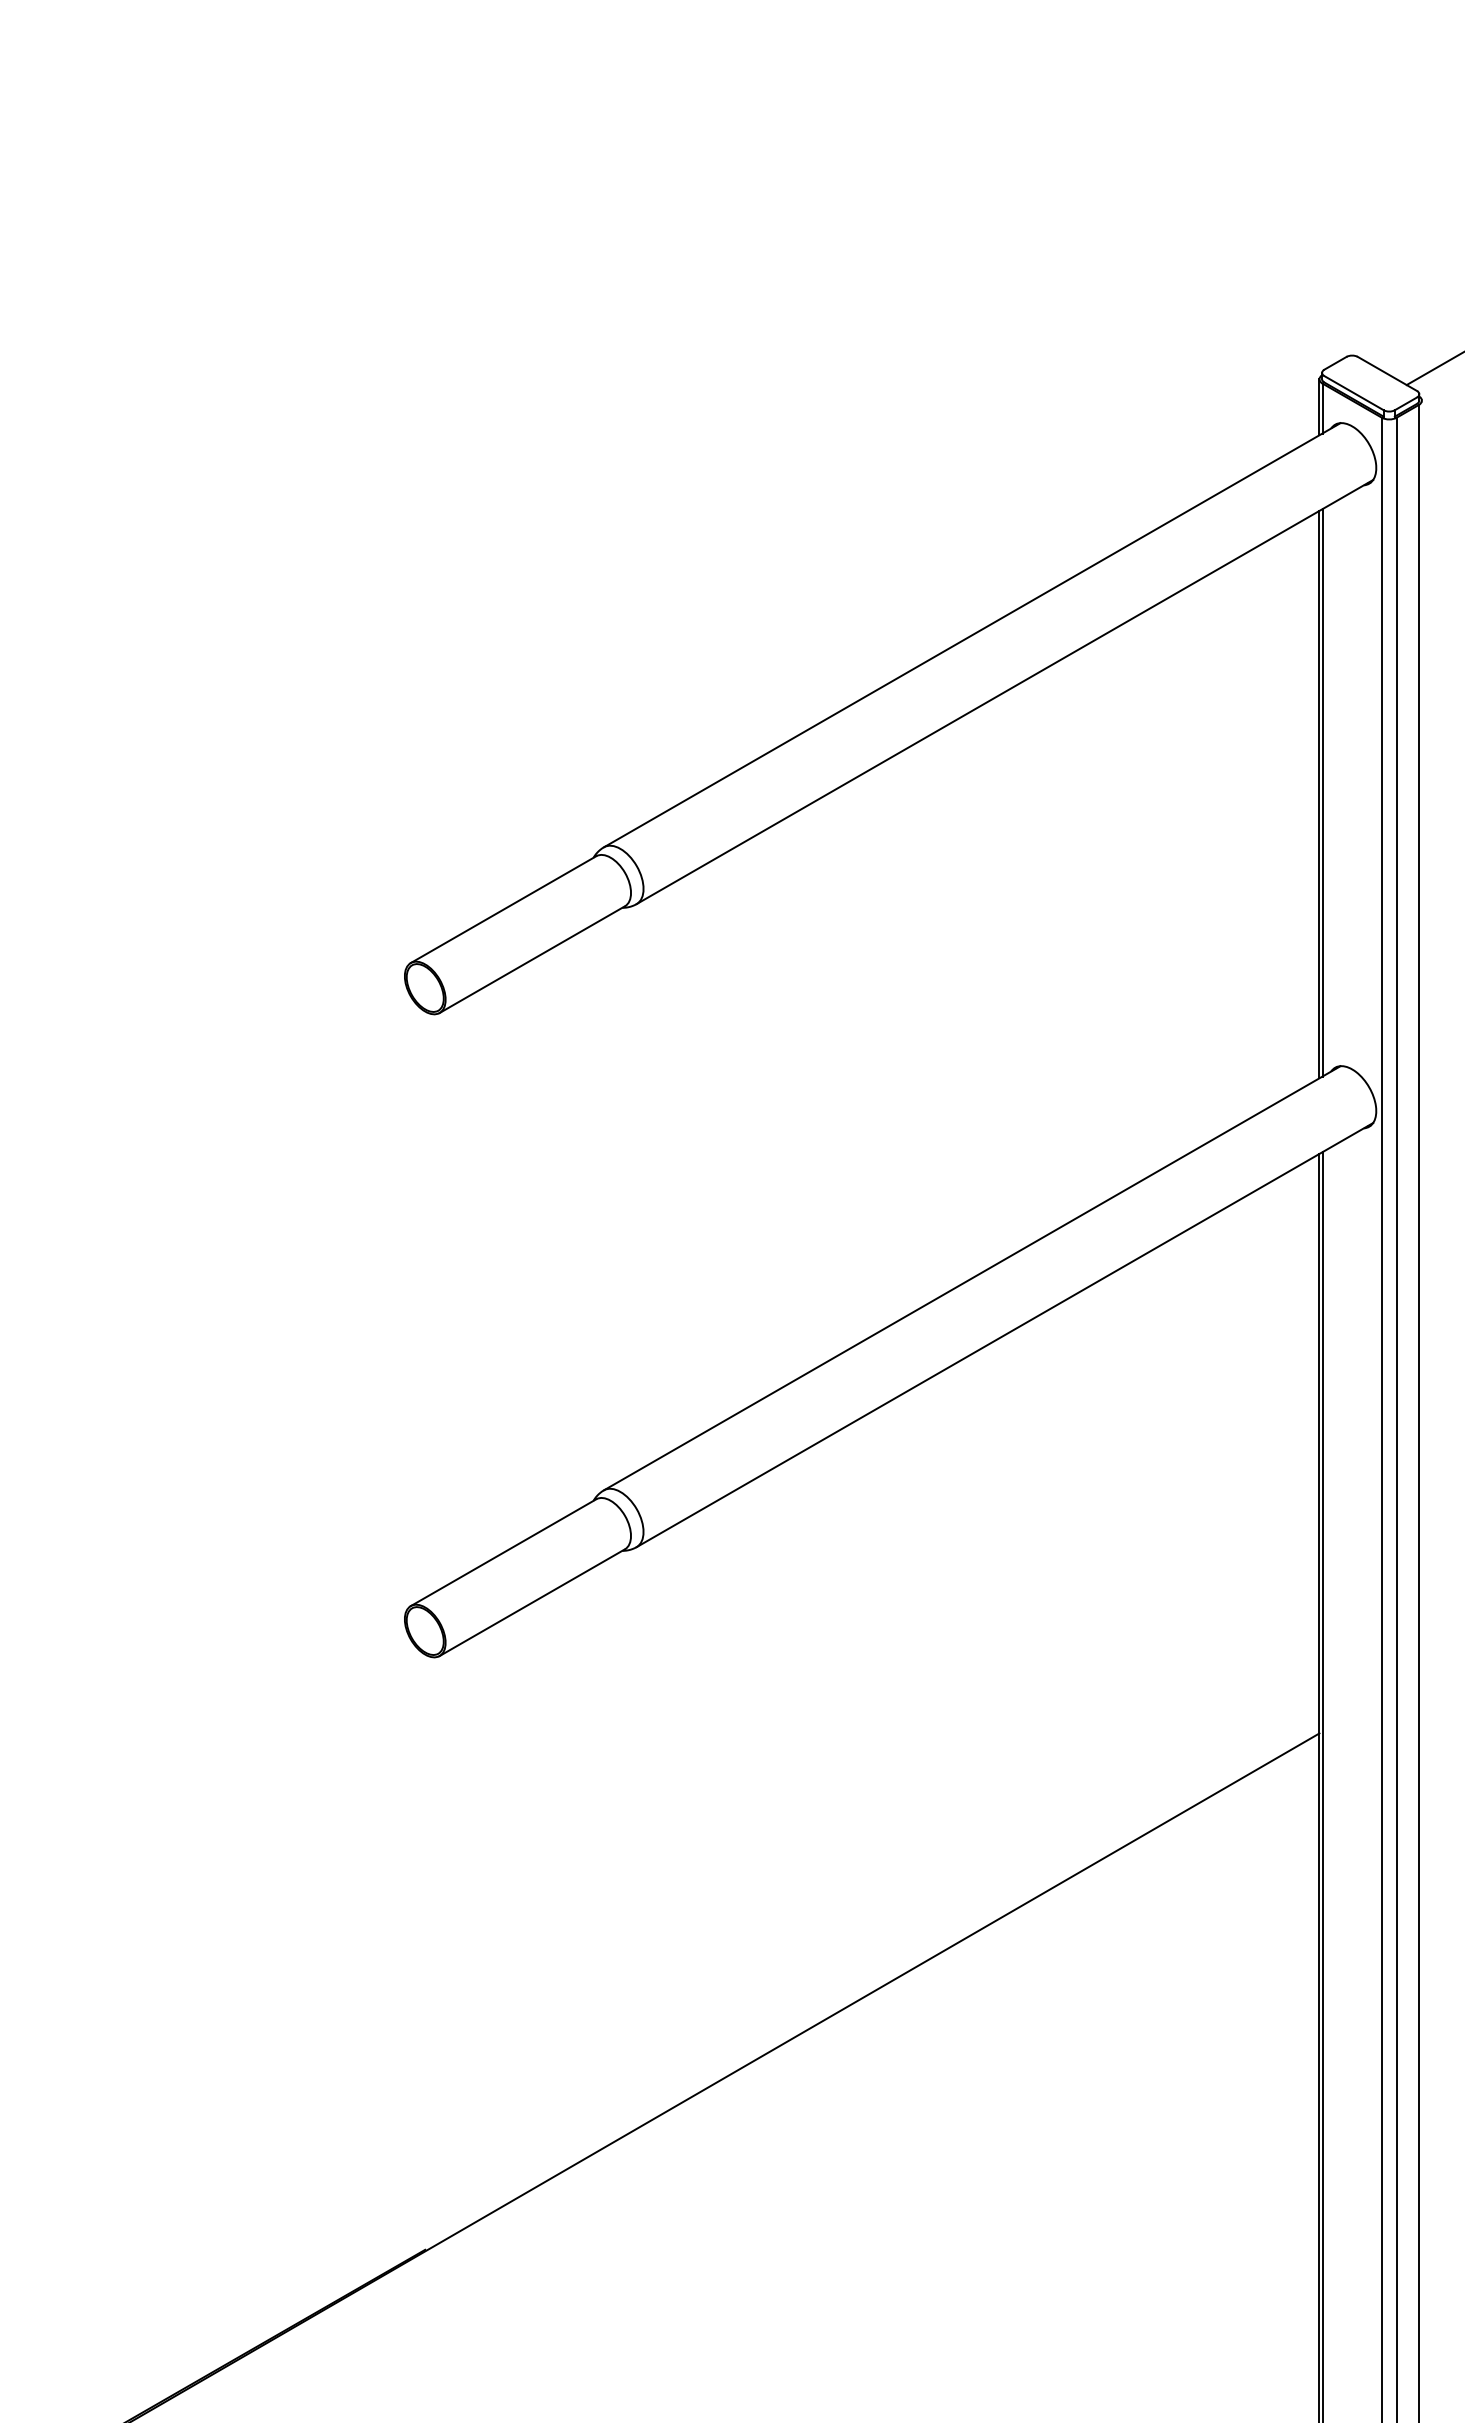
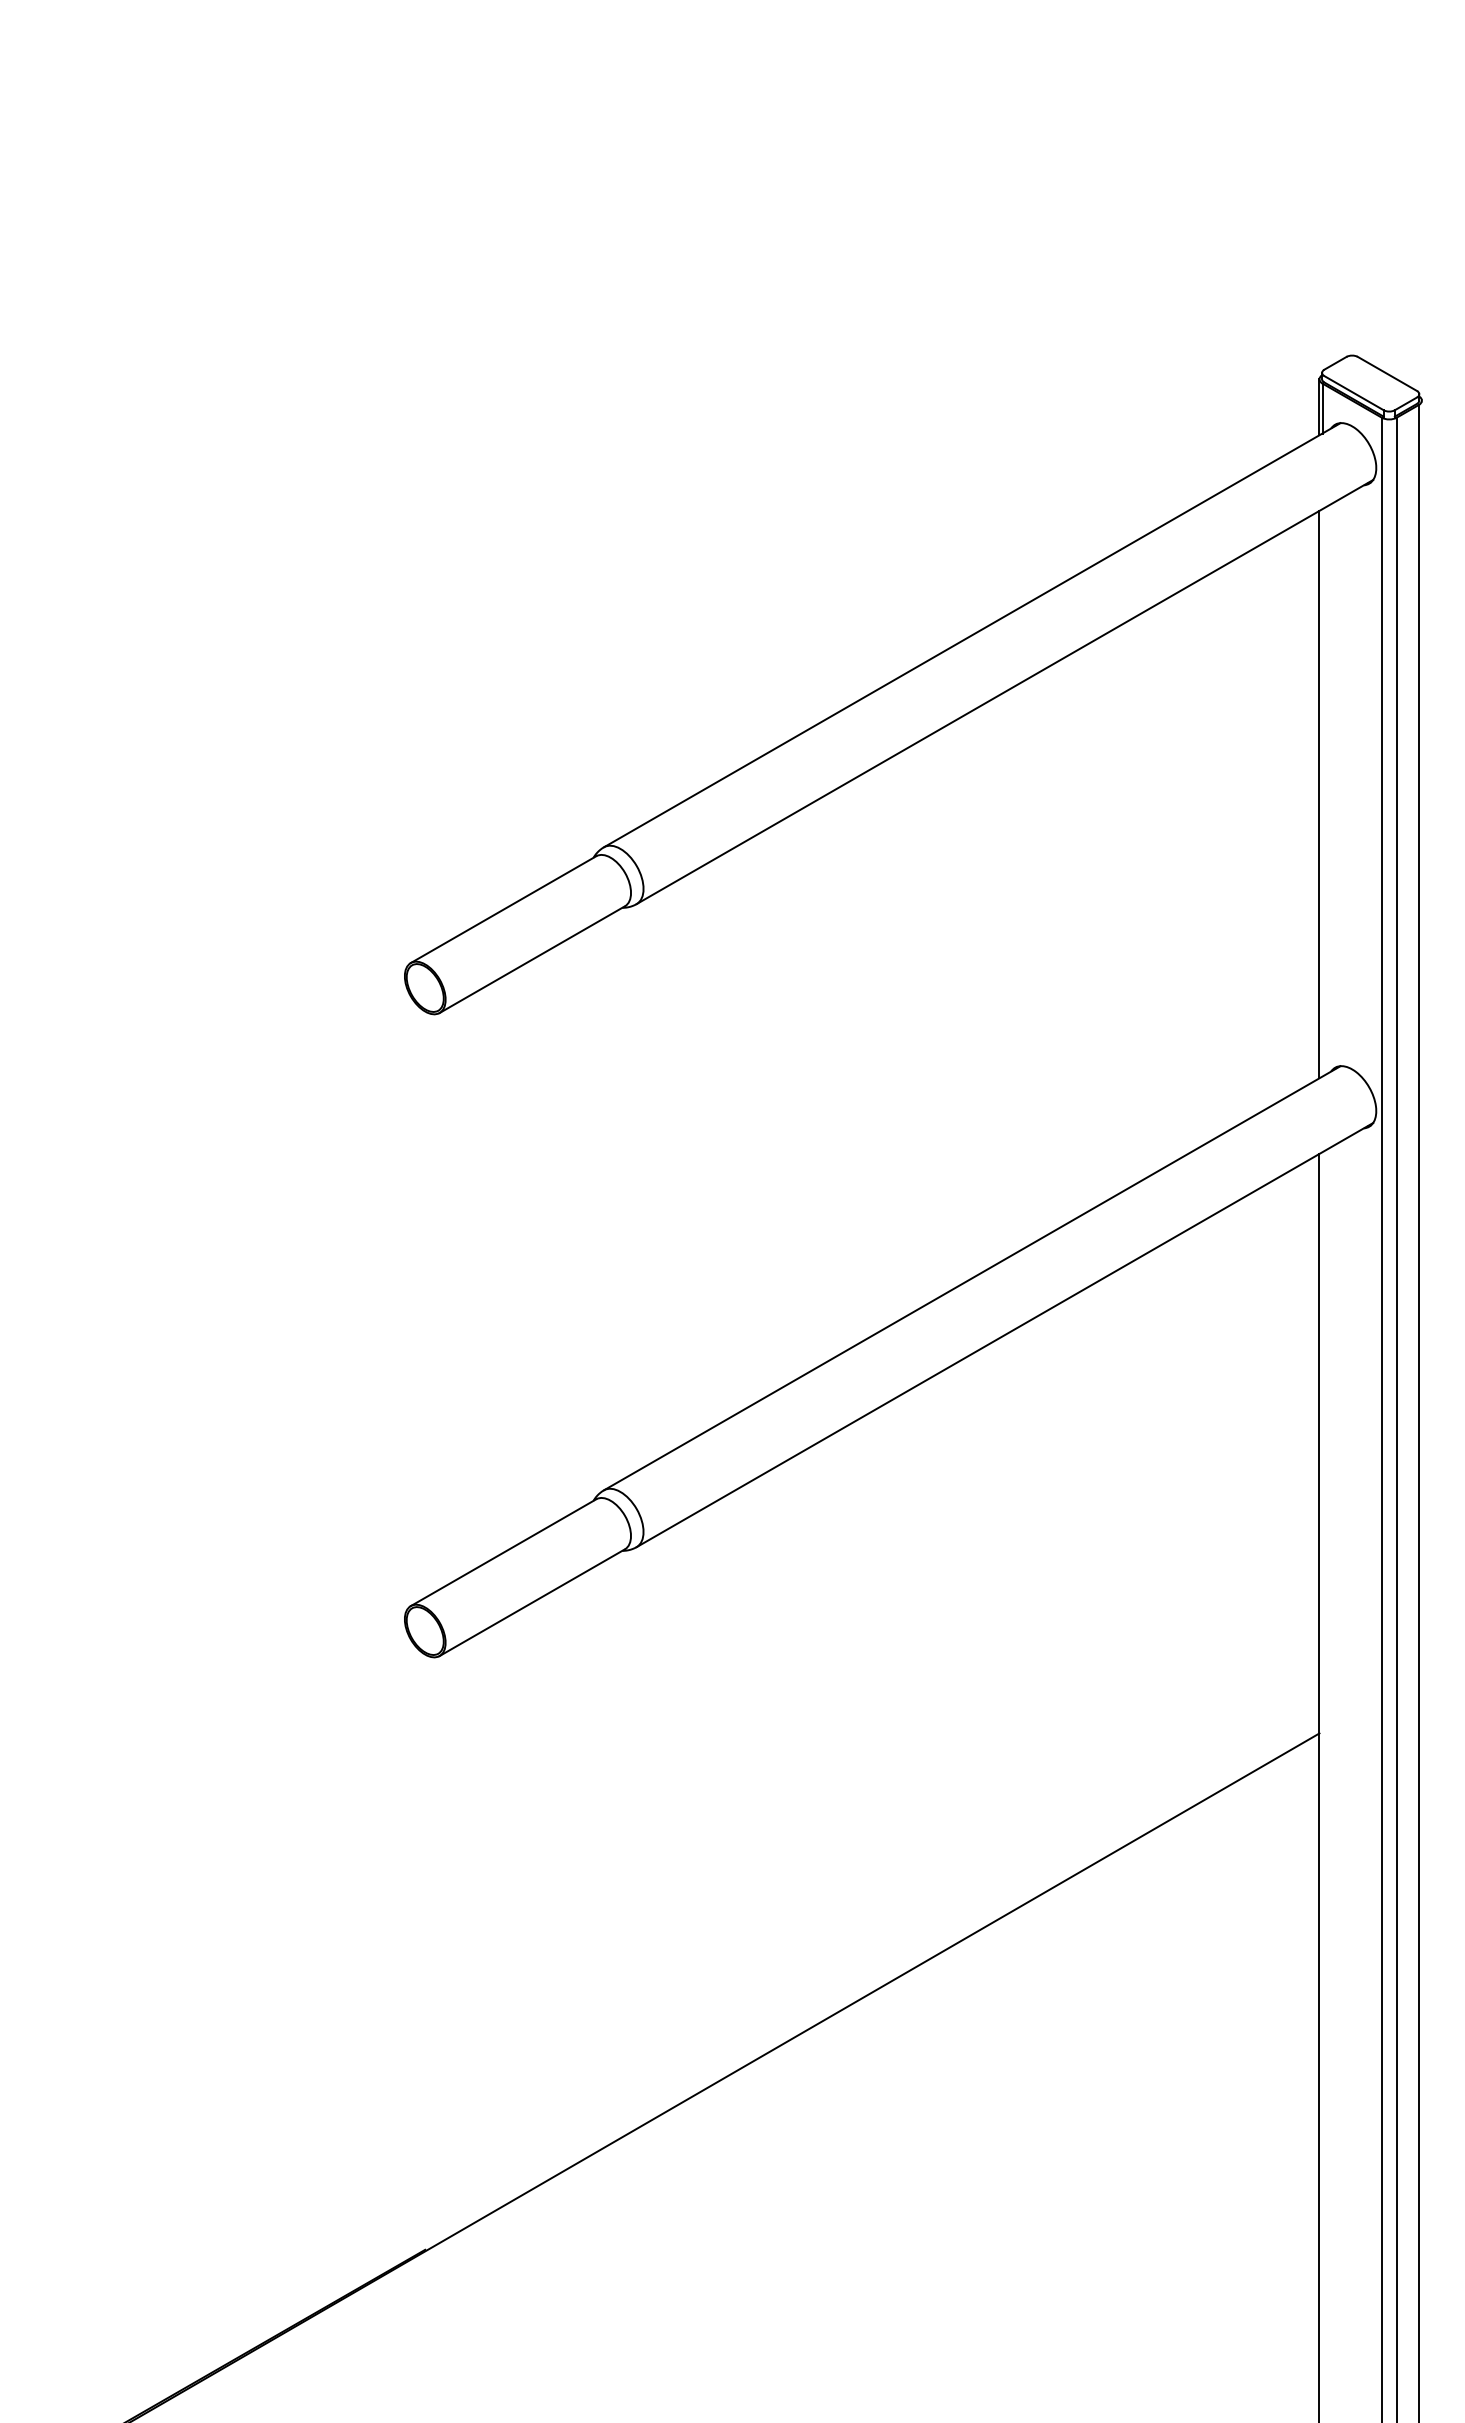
line at (1433, 369): present -> none
line at (1322, 792): present -> none
line at (1322, 1785): present -> none
